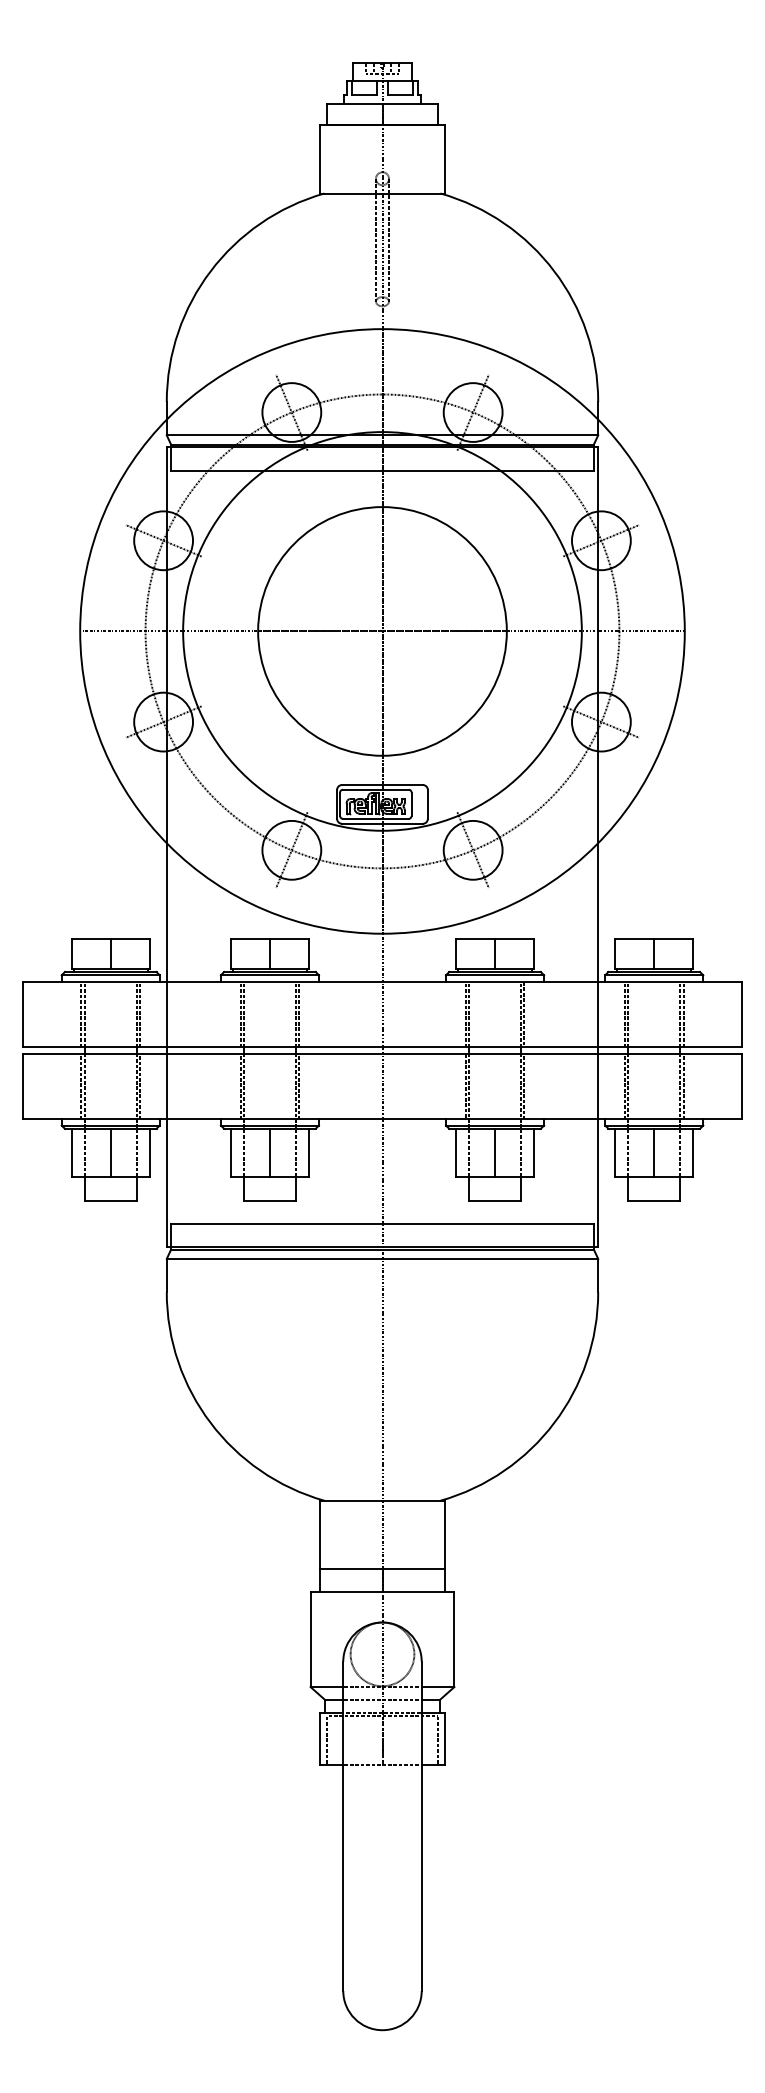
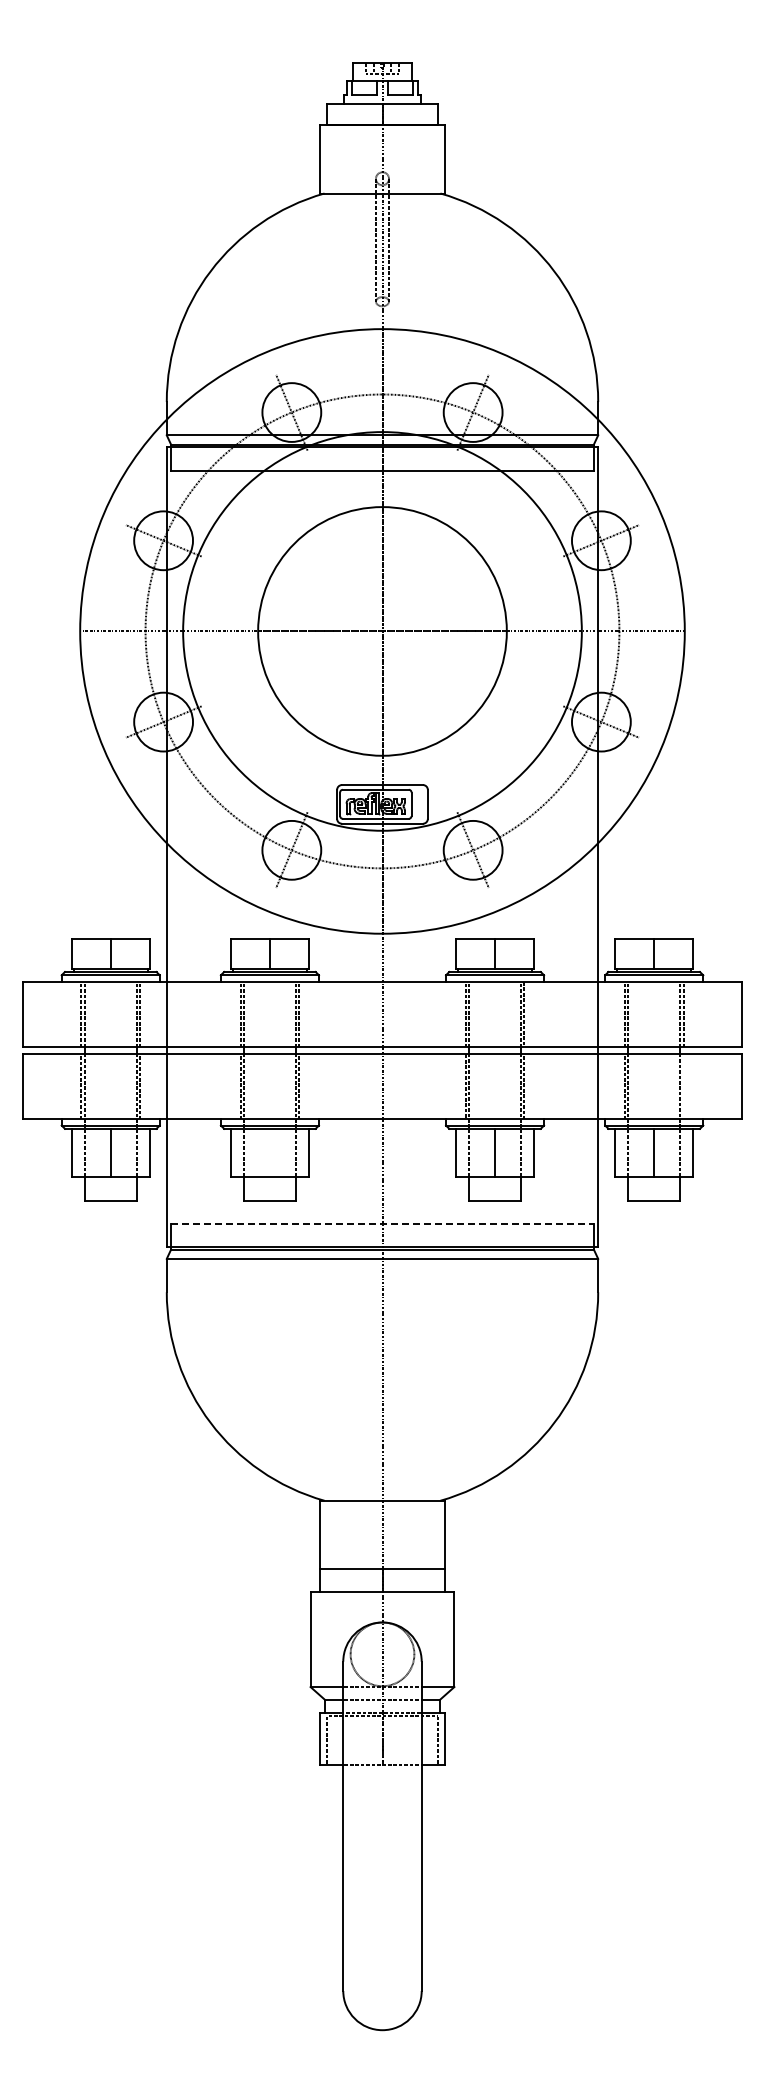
line at (683, 1086): present -> none
line at (269, 1152): present -> none
line at (382, 1223): solid -> dashed
